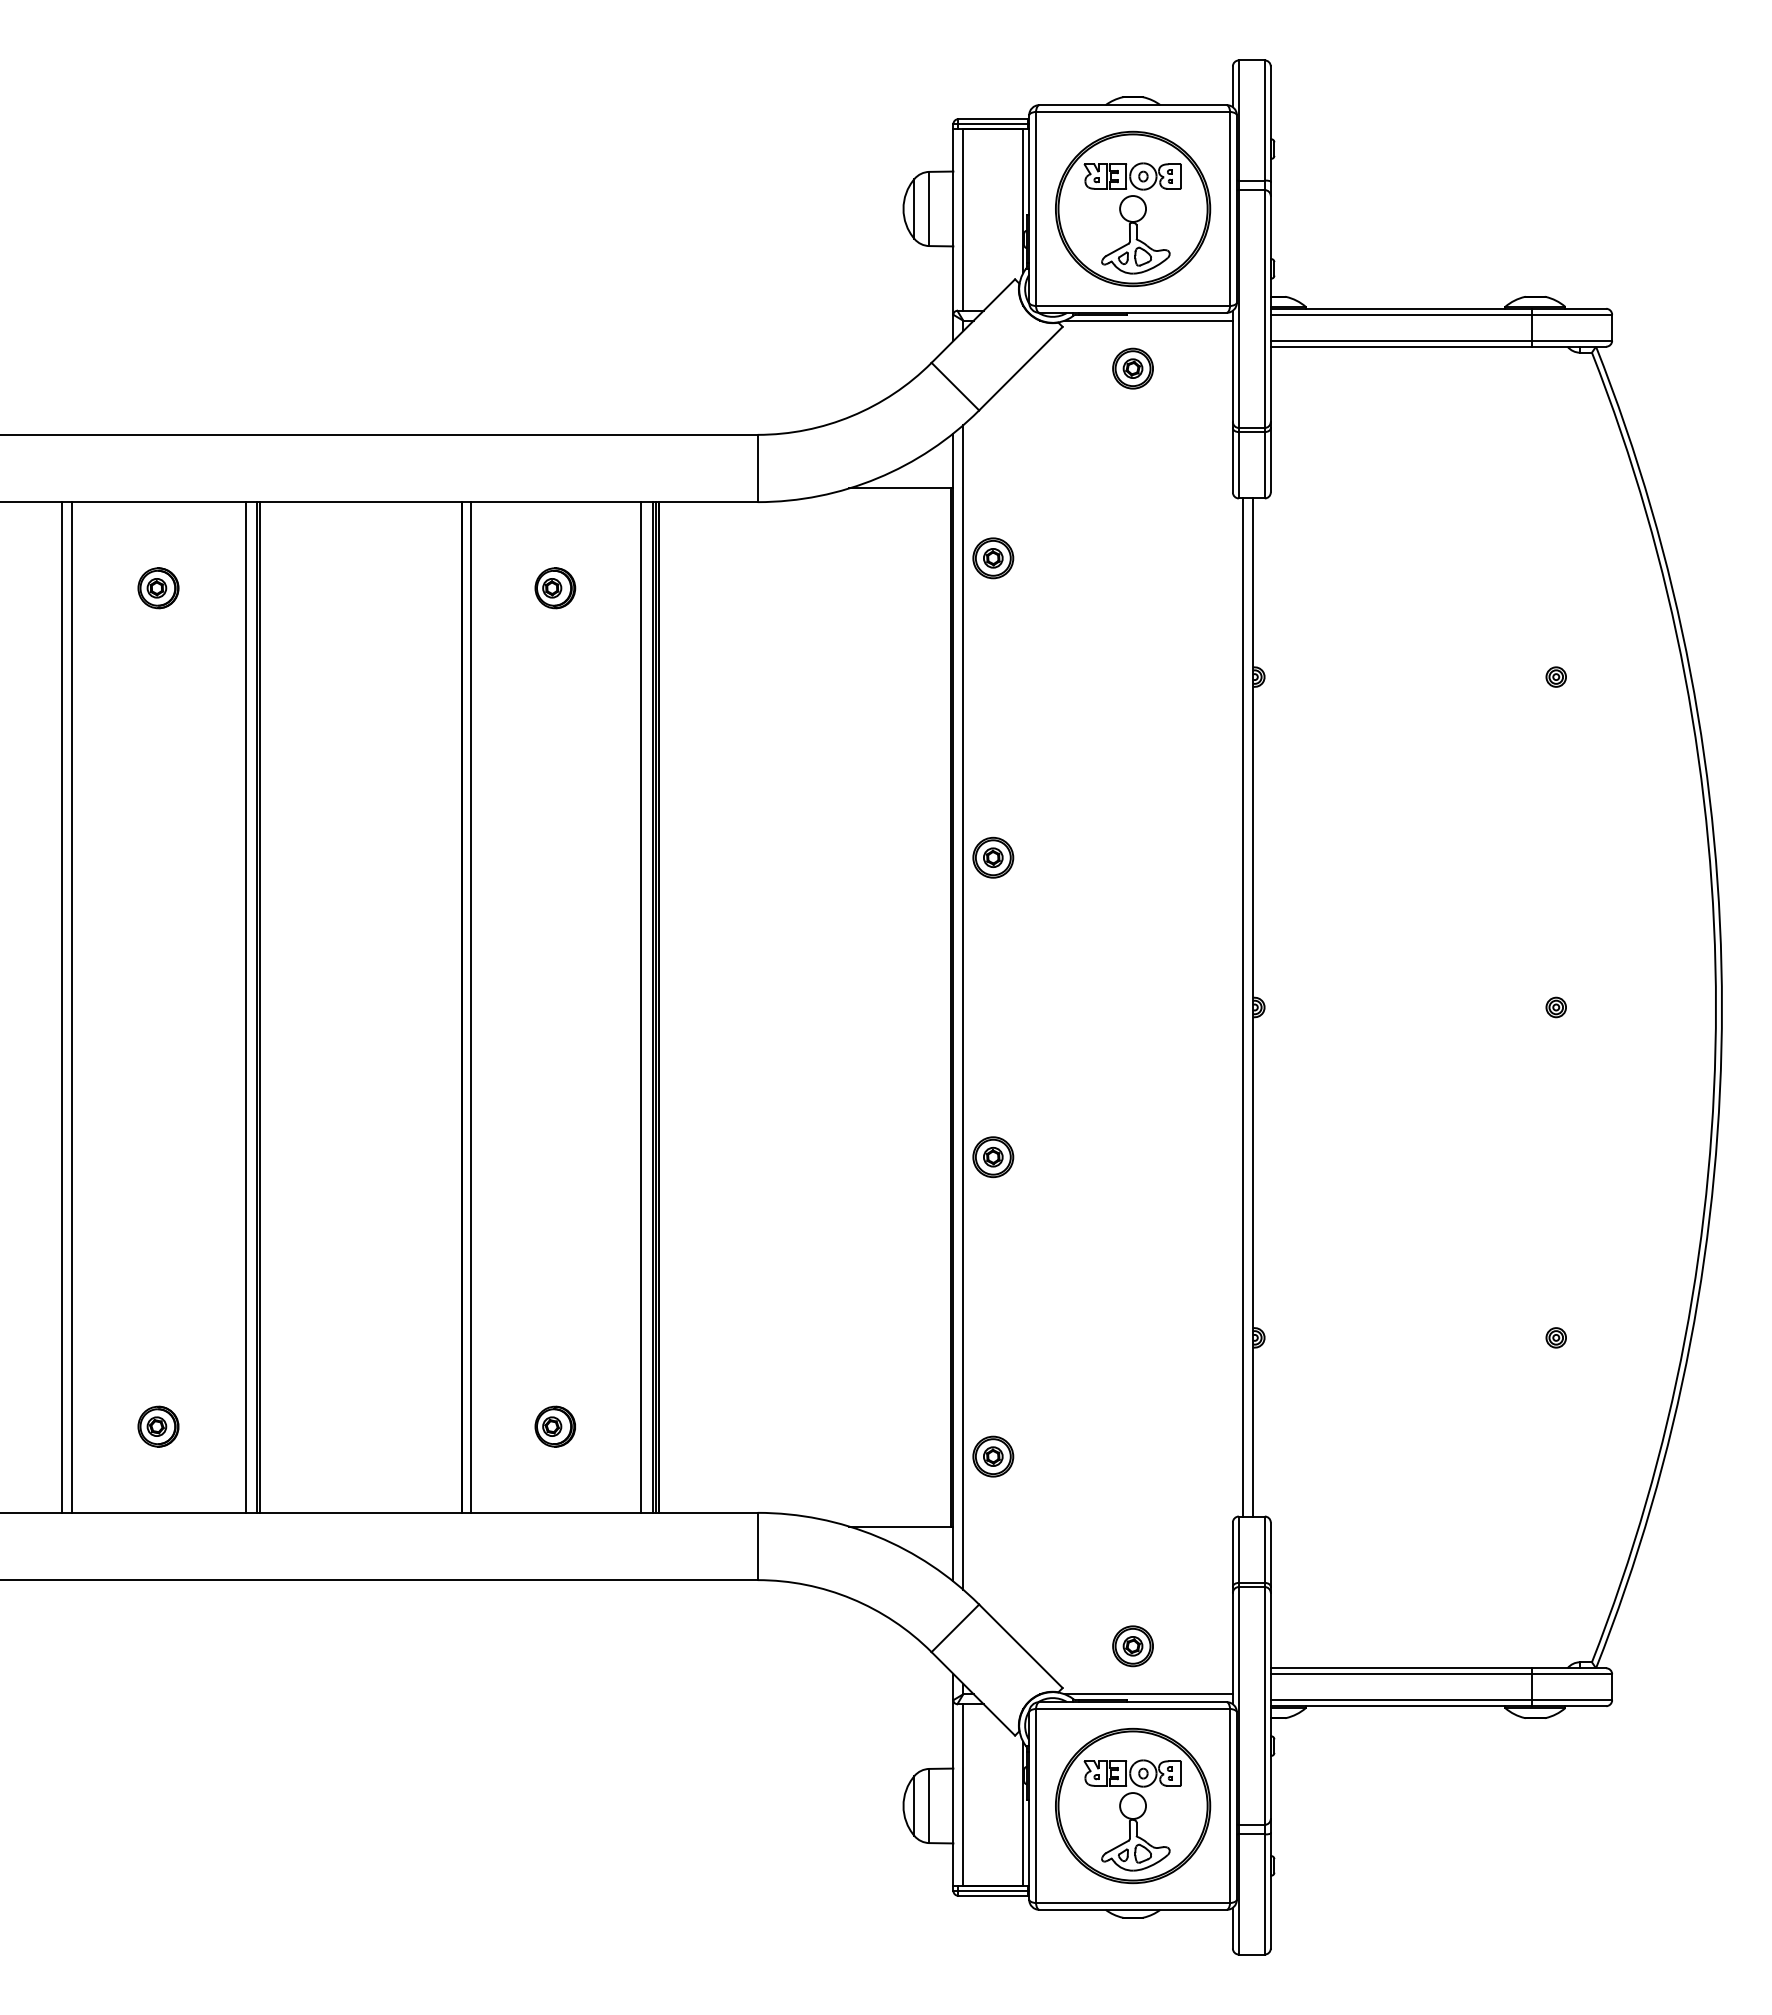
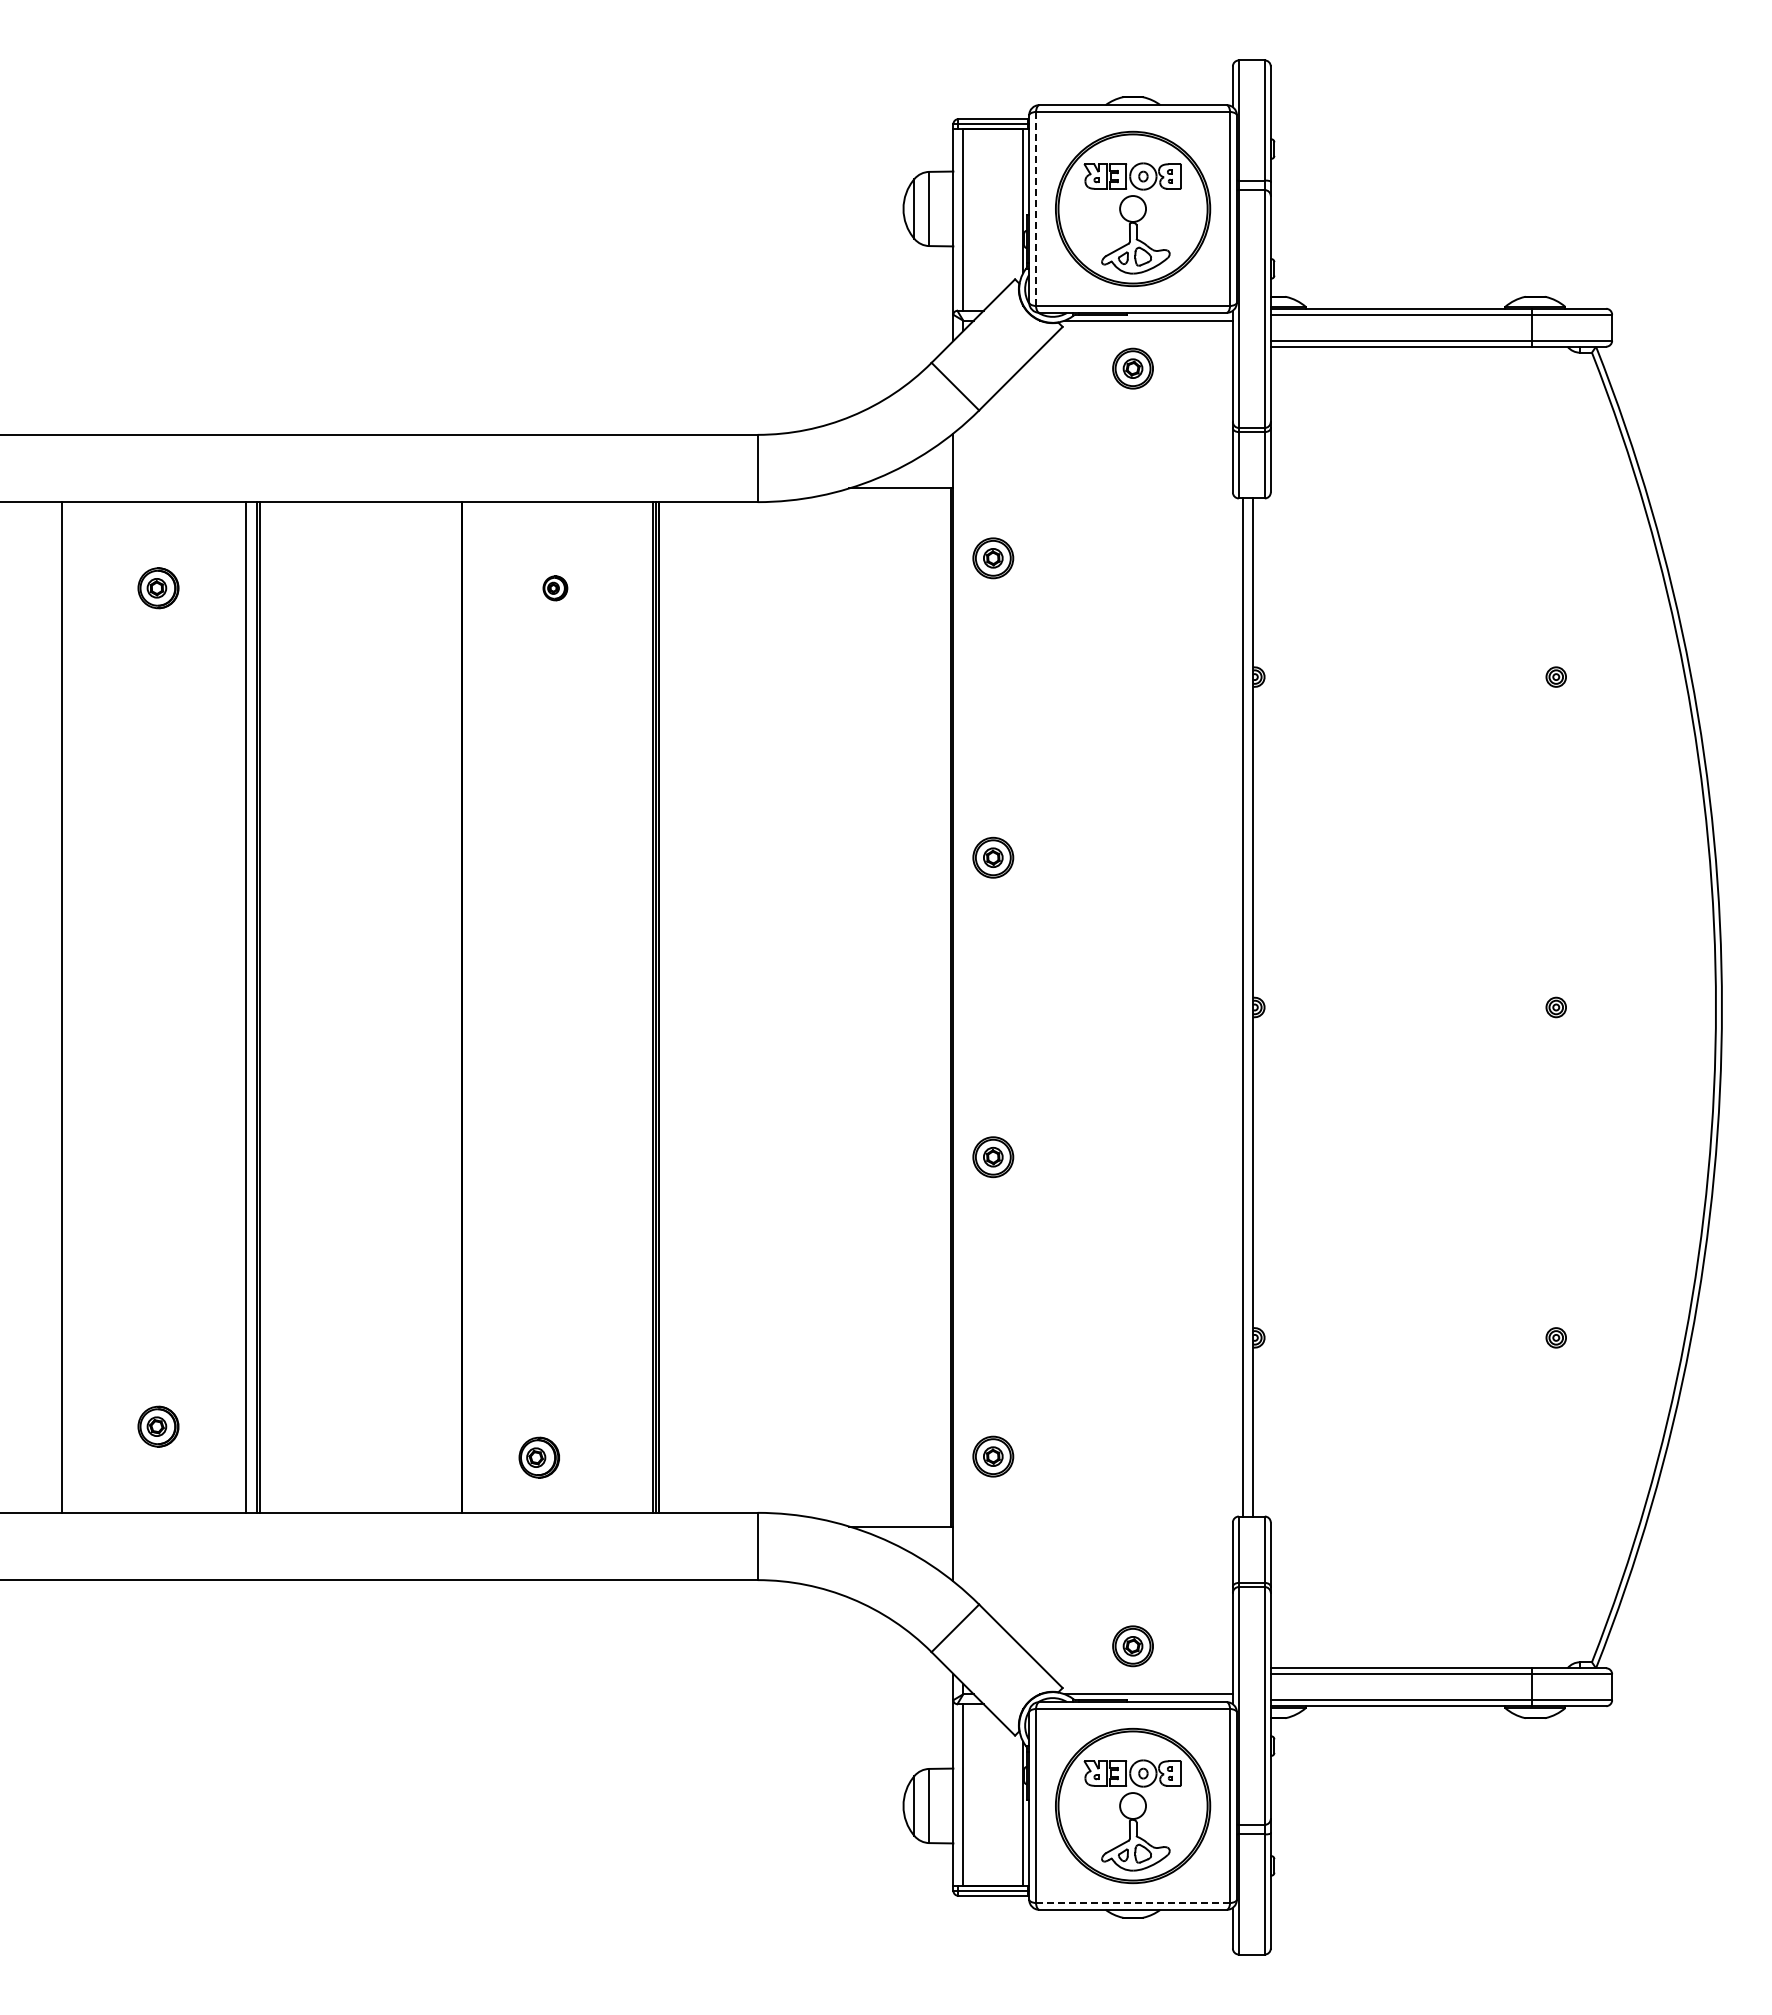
line at (1035, 209): solid -> dashed
part at (555, 588) size: 43x43 px -> 27x27 px
line at (71, 1007): present -> none
line at (470, 1007): present -> none
line at (641, 1007): present -> none
line at (963, 1007): present -> none
part at (554, 1426) position: (554, 1426) -> (538, 1457)
line at (1133, 1903): solid -> dashed
